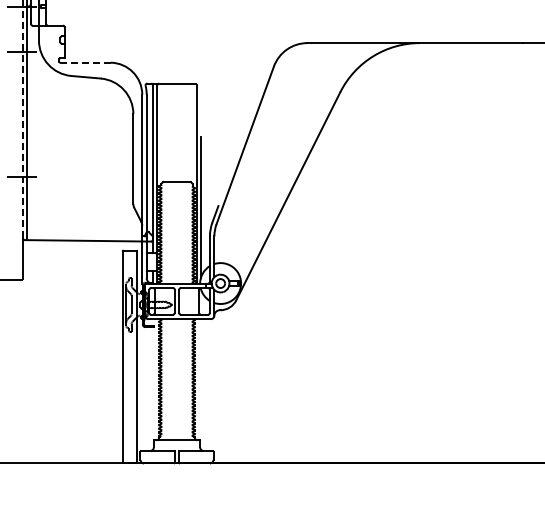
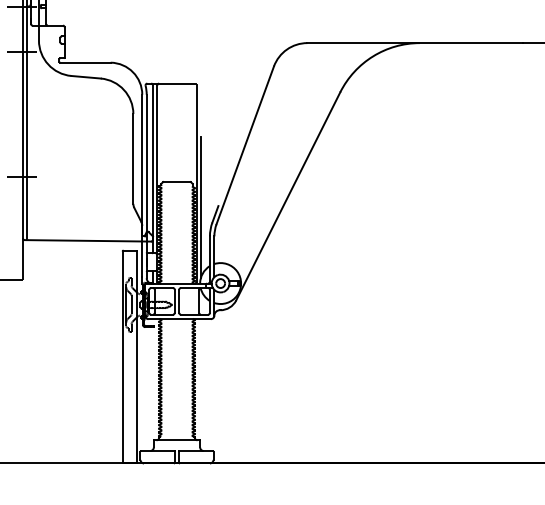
line at (85, 62): dashed -> solid
line at (22, 119): dashed -> solid
